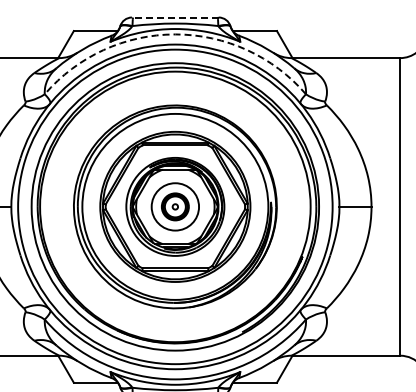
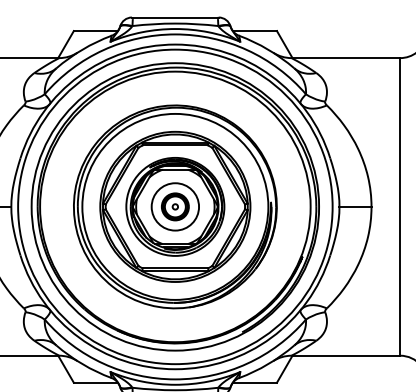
line at (174, 17): dashed -> solid
arc at (175, 34): dashed -> solid
